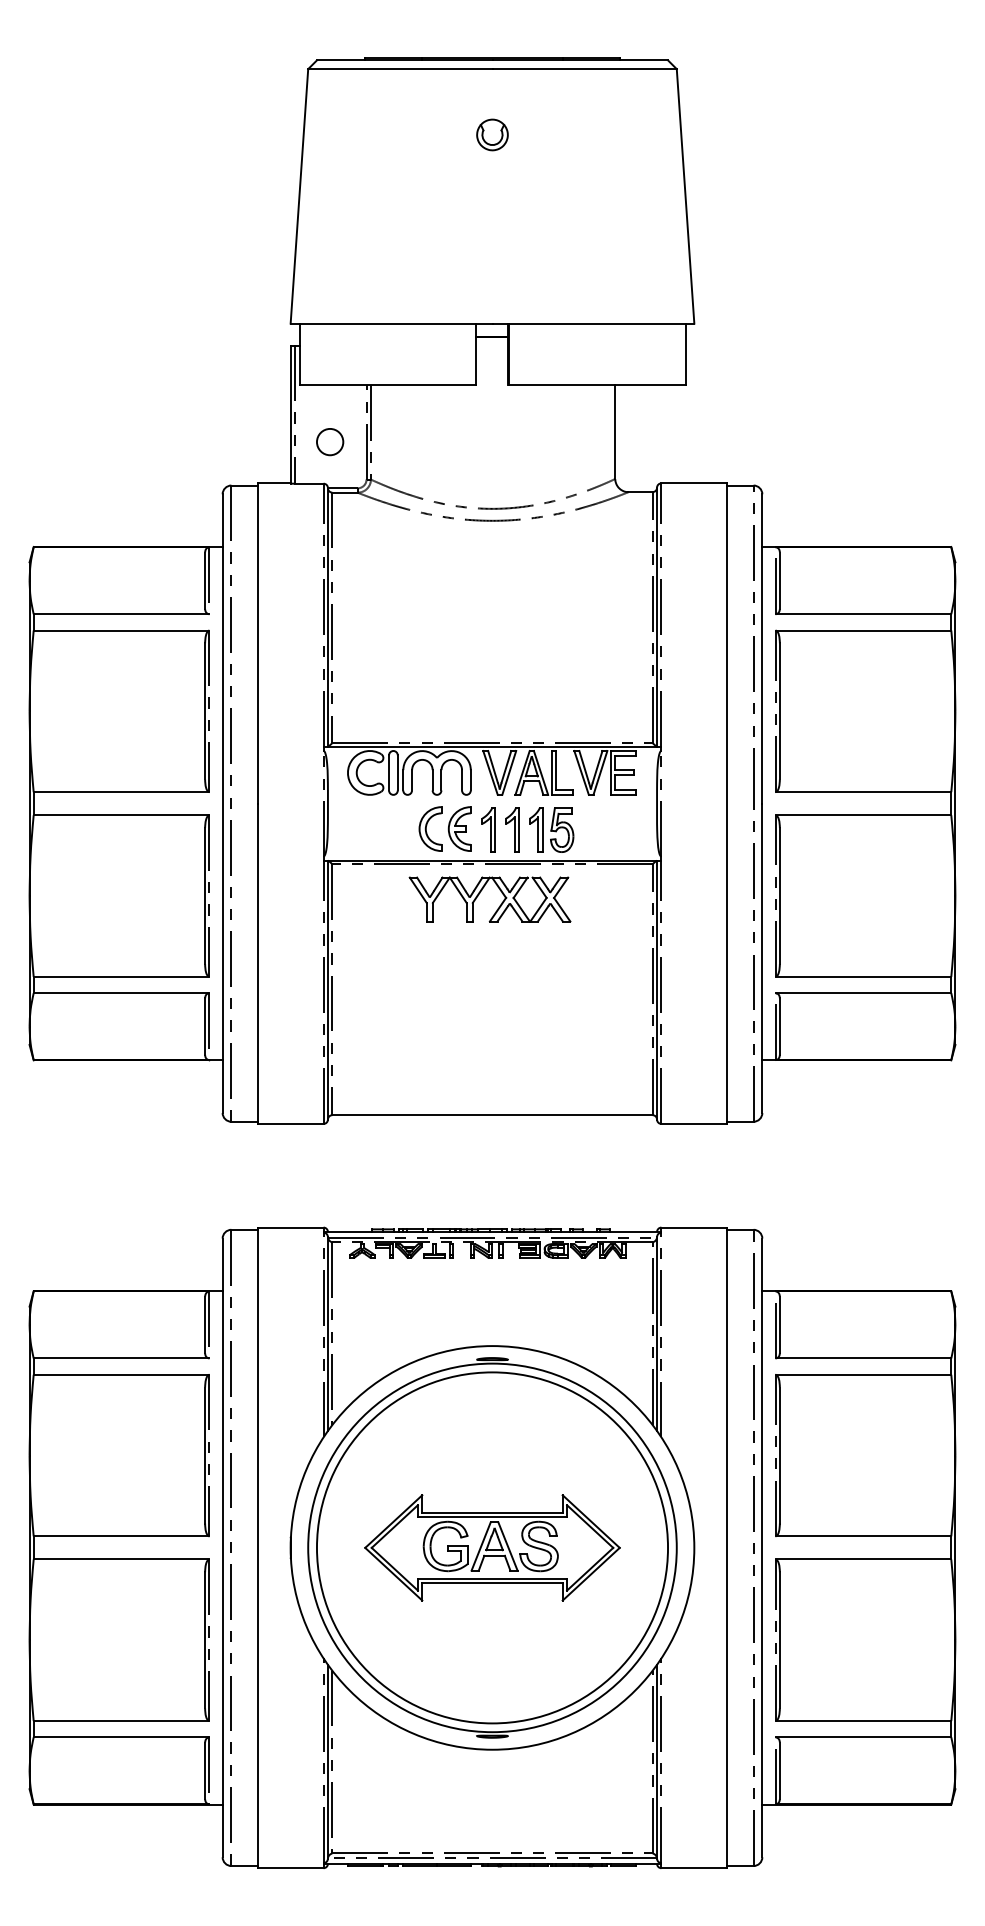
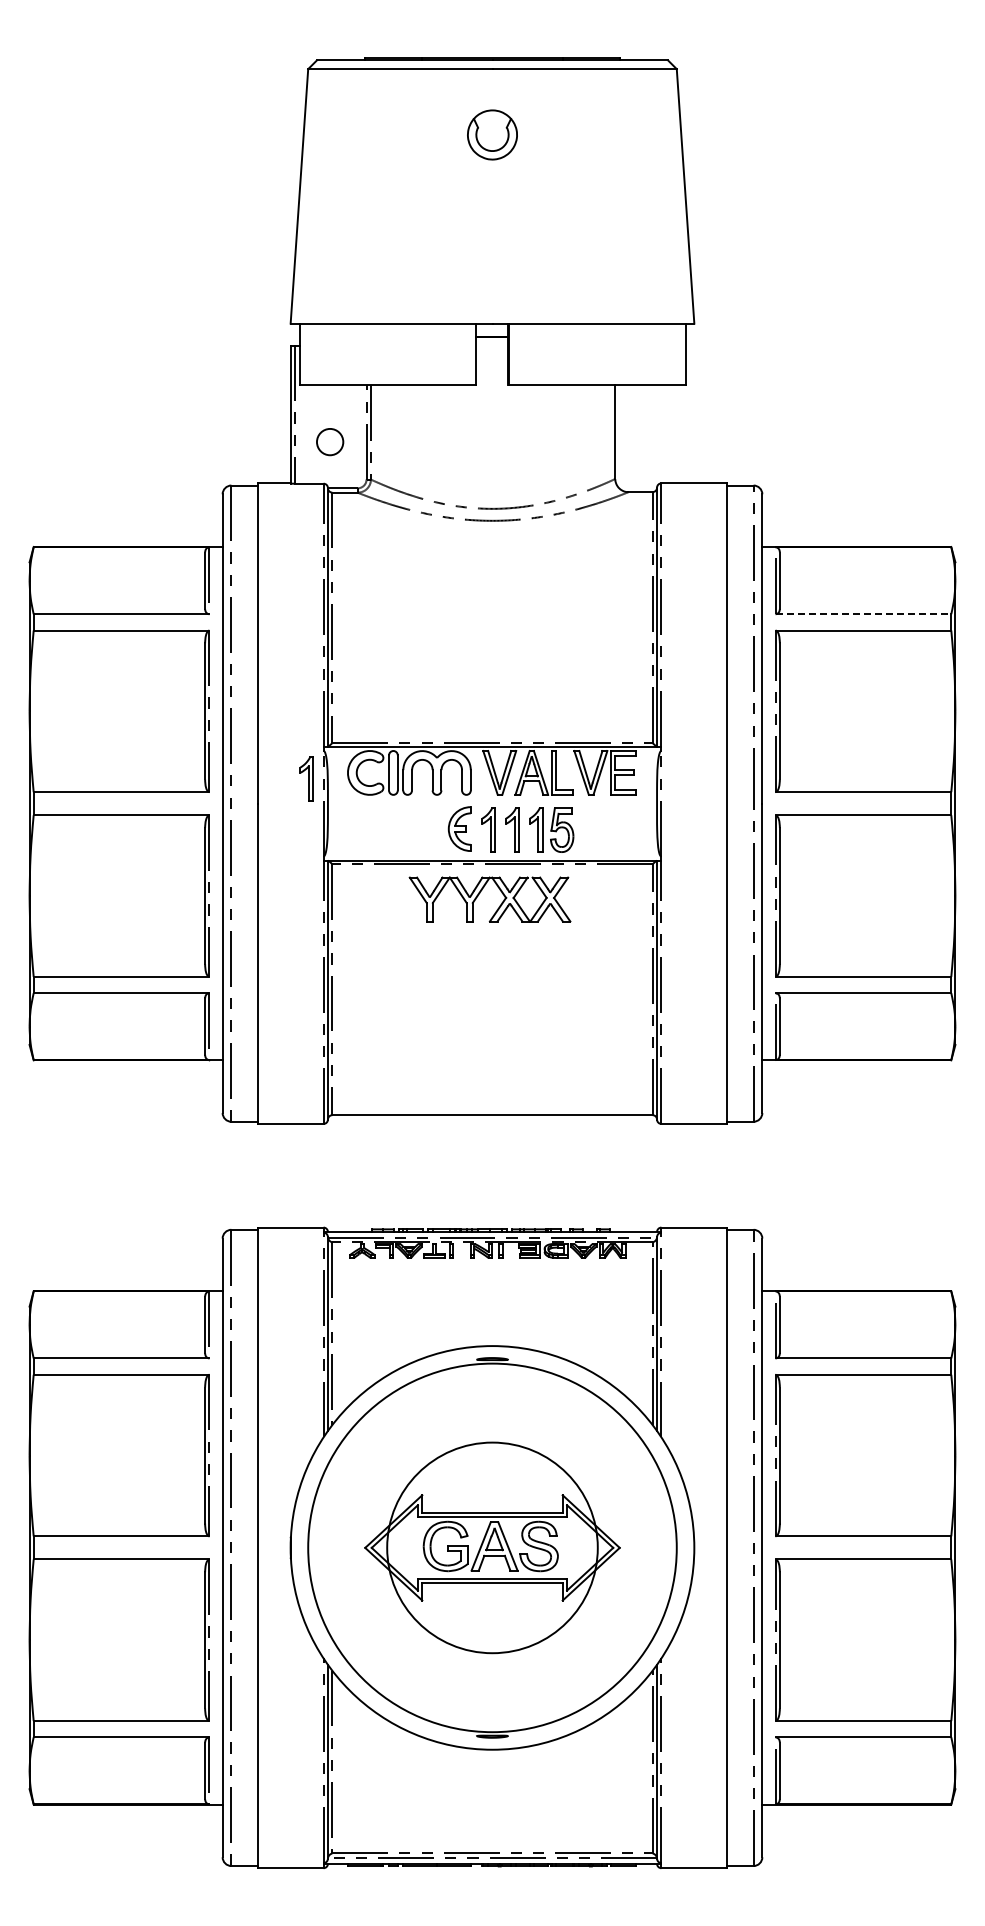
part at (492, 134) size: 33x34 px -> 51x52 px
line at (863, 614): solid -> dashed
part at (306, 778): none -> present
part at (430, 828): present -> none
circle at (492, 1547) diameter: 351 px -> 211 px
